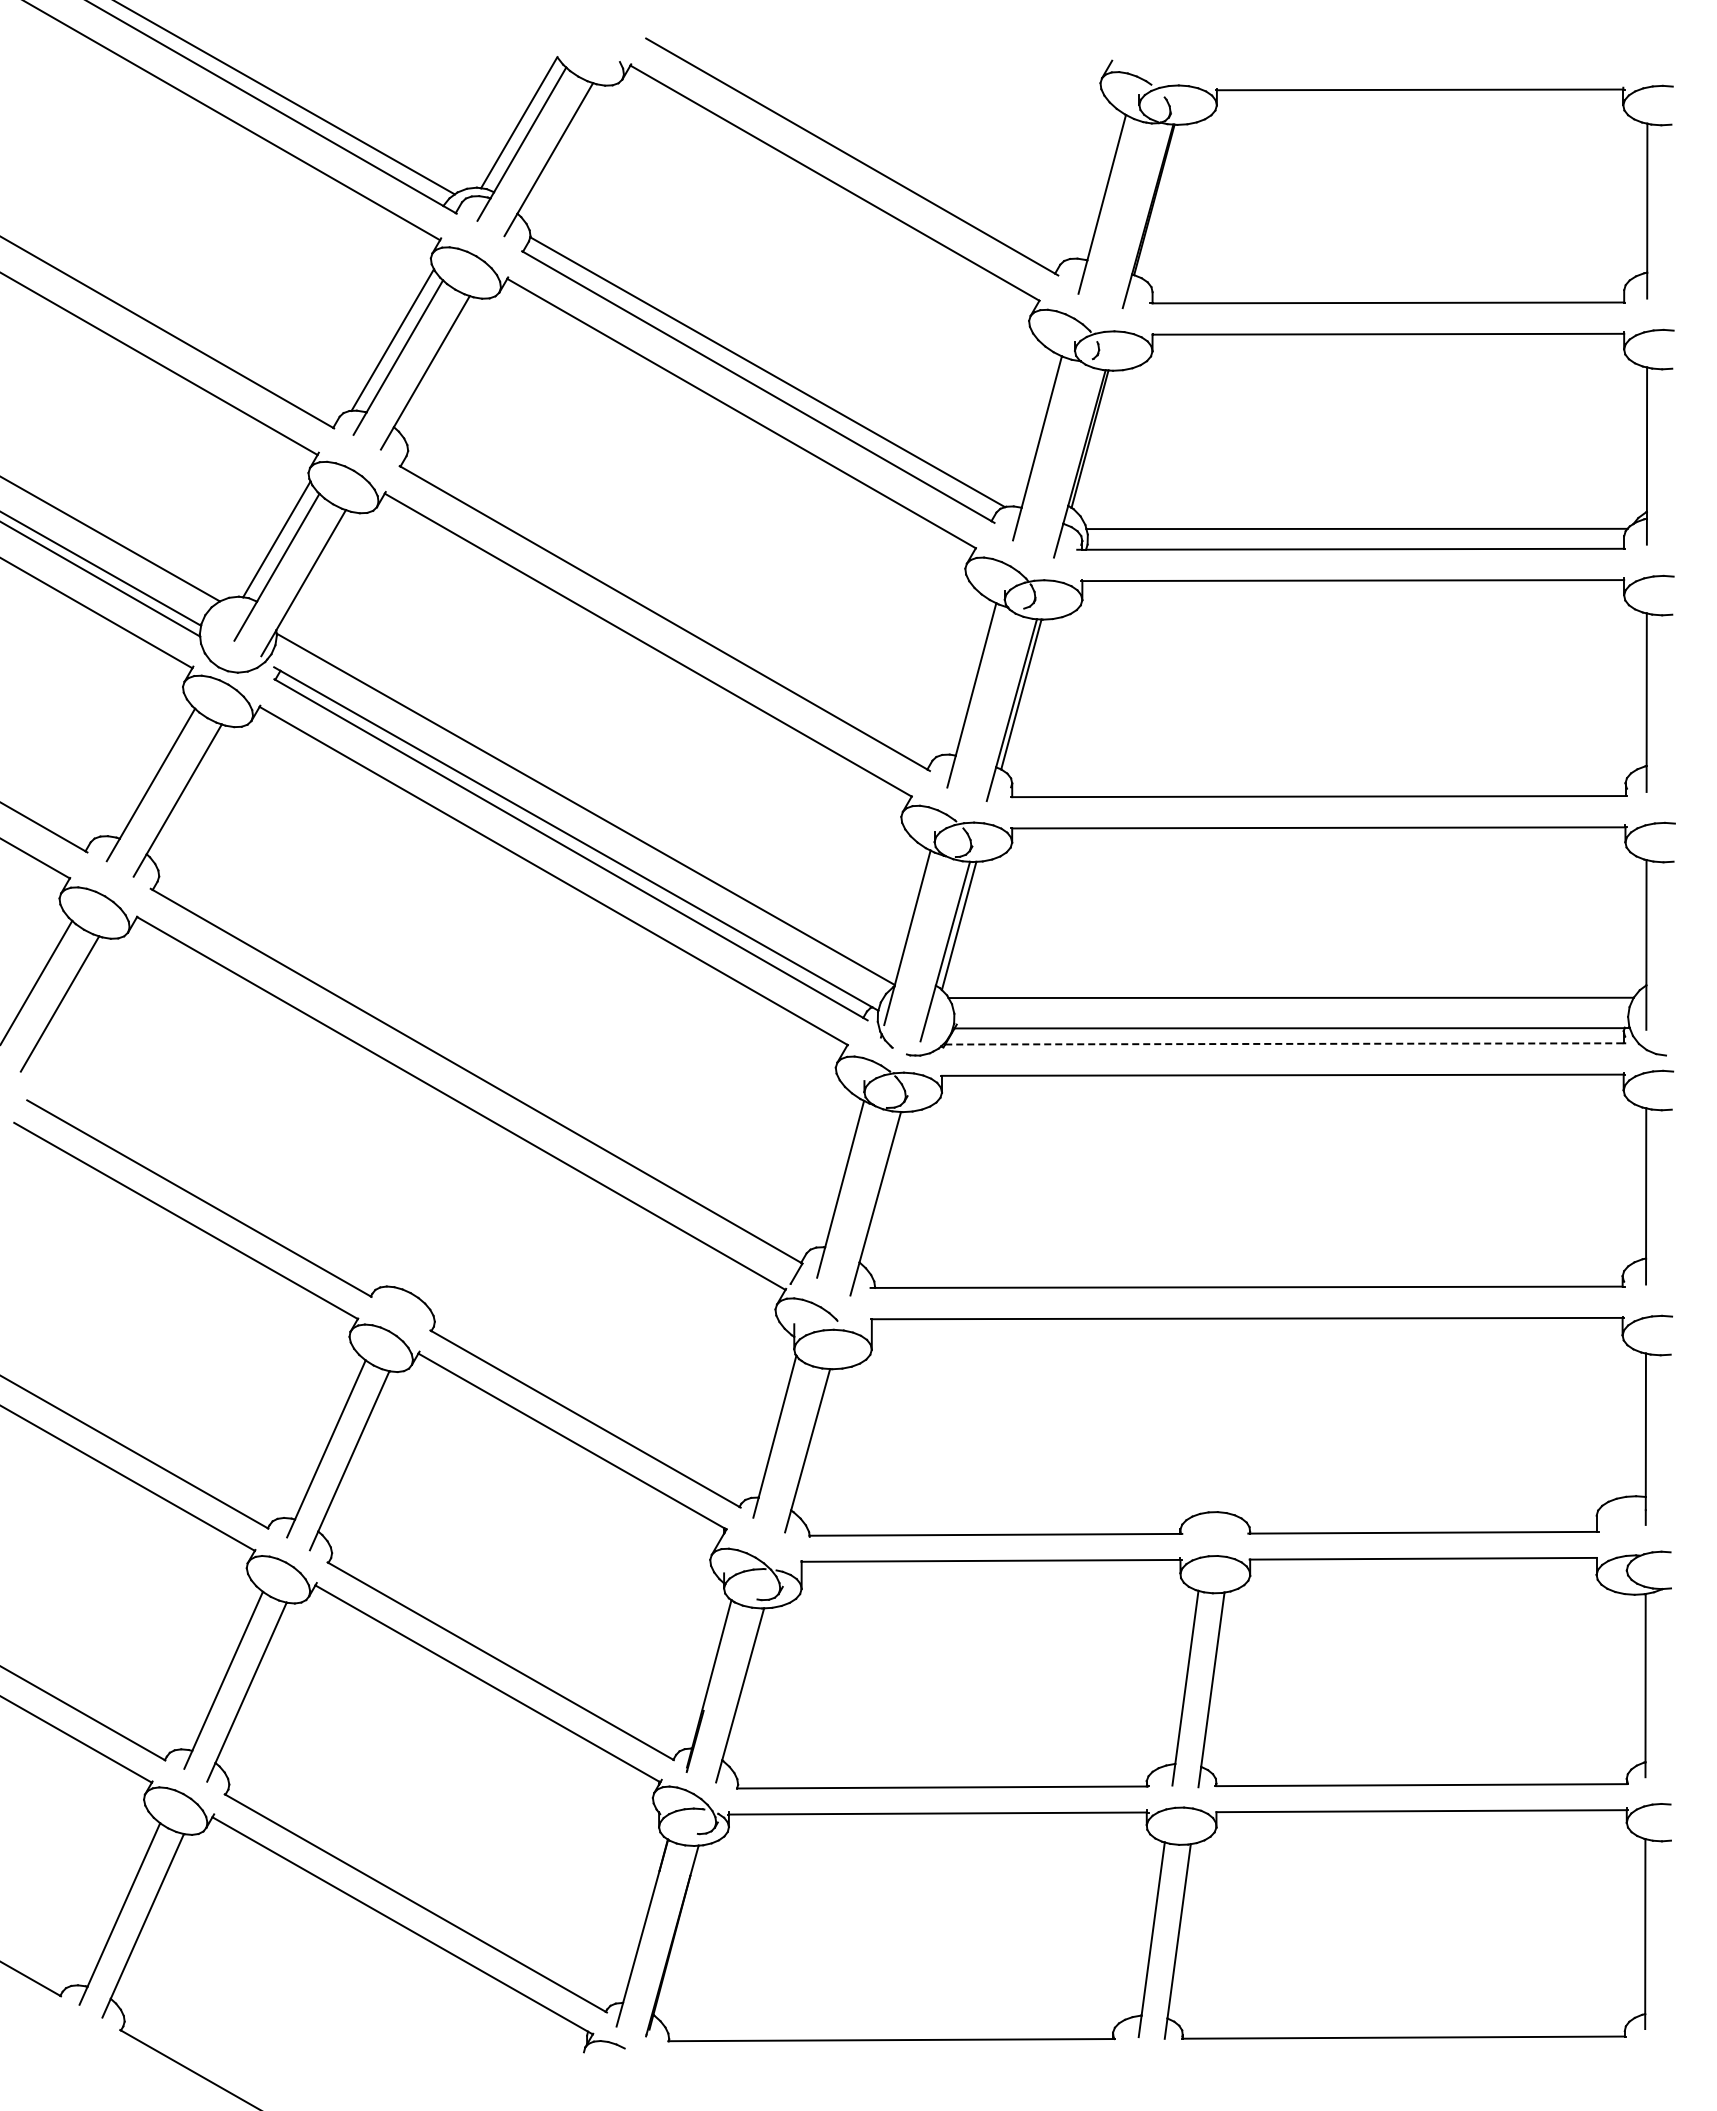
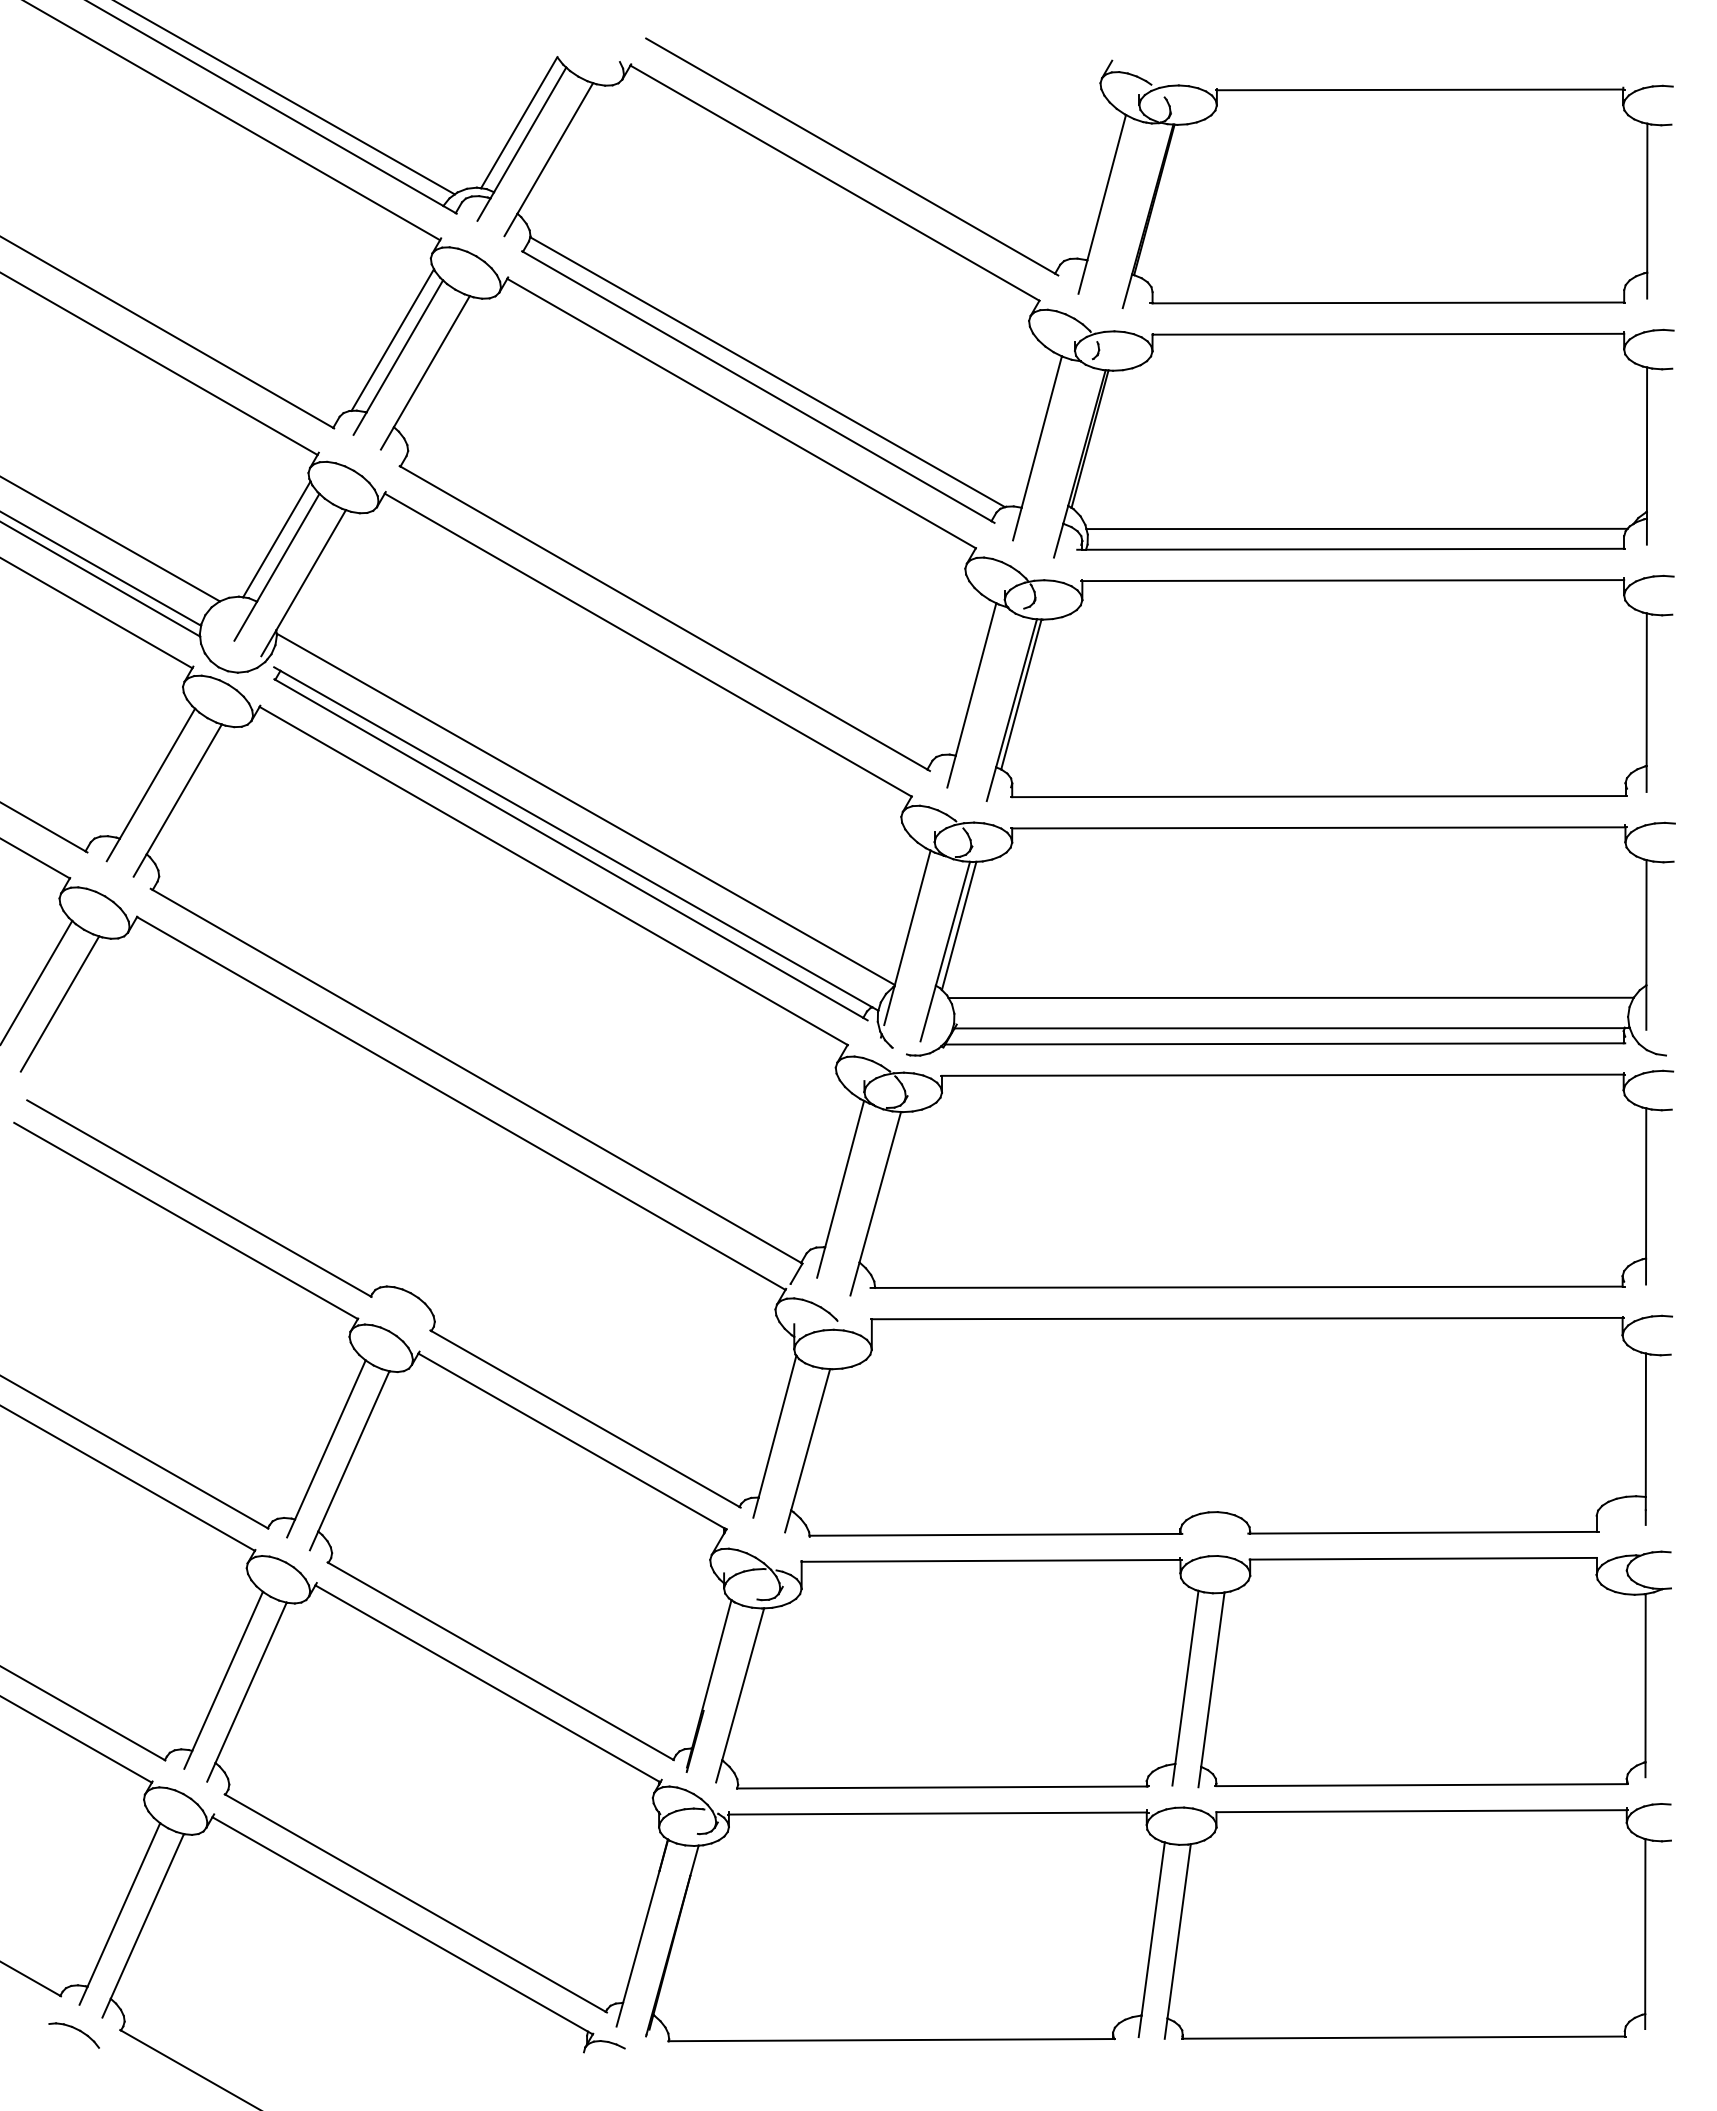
line at (1284, 1043): dashed -> solid
part at (73, 2035): none -> present
